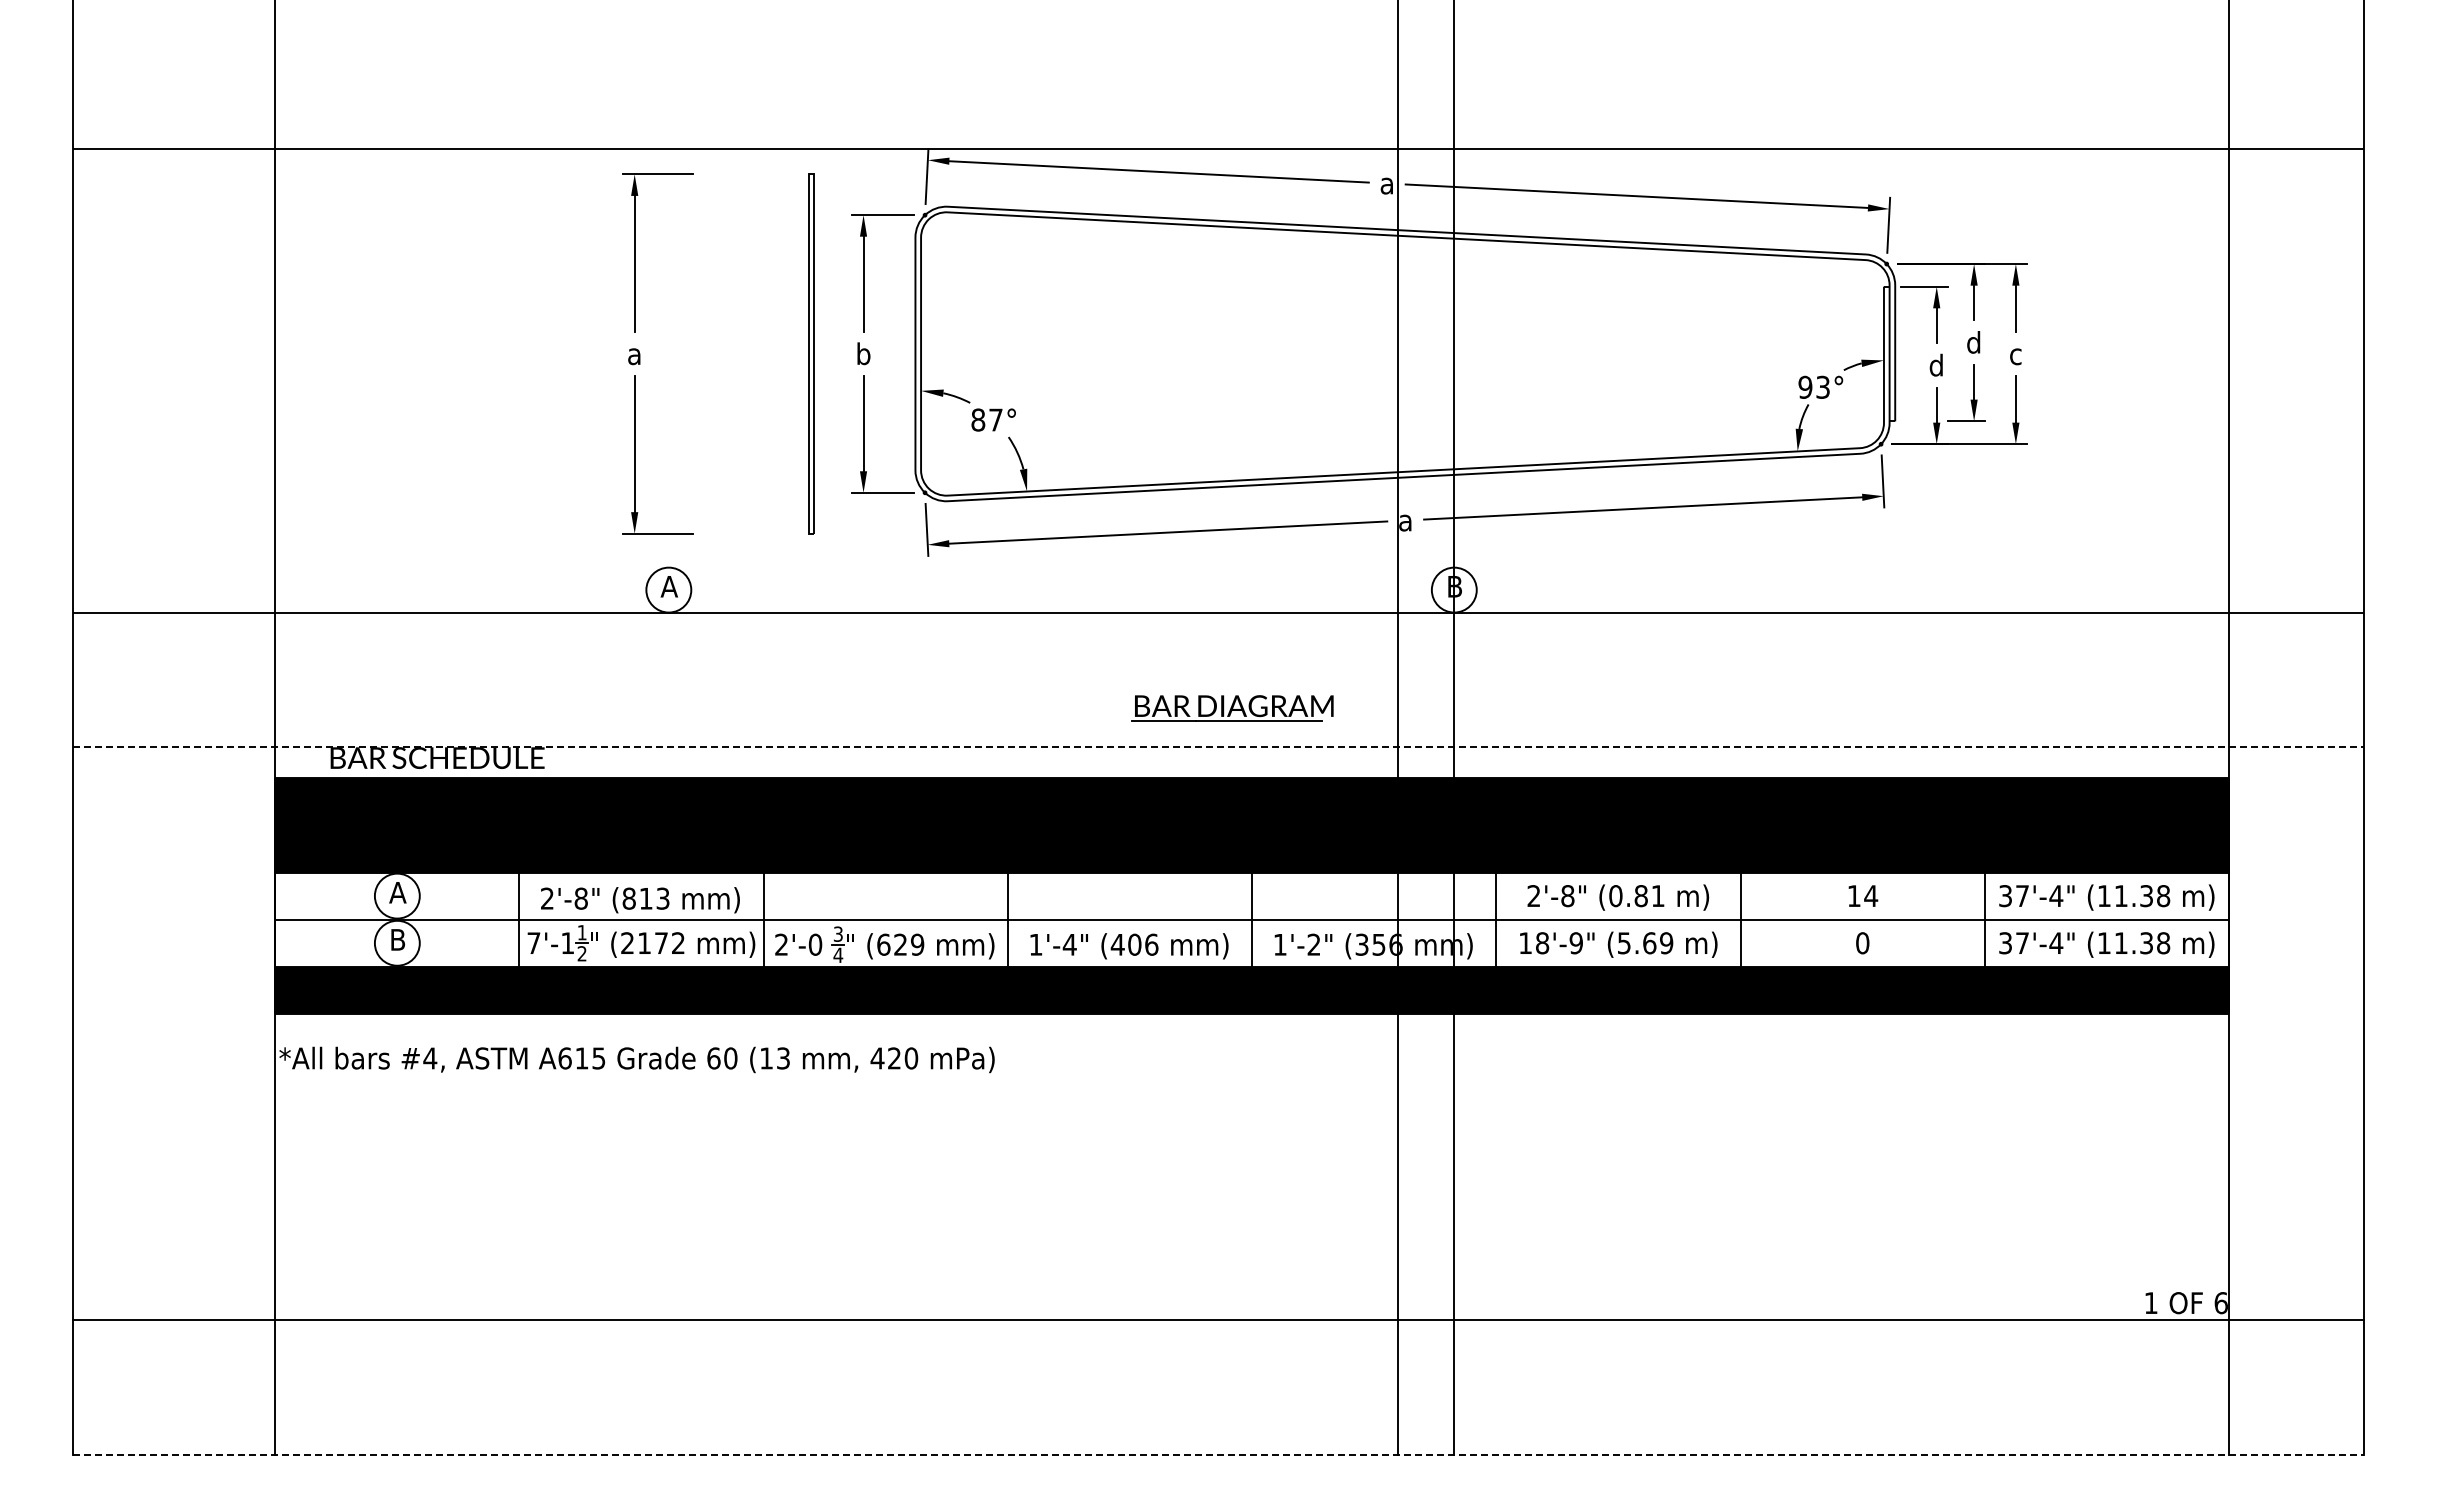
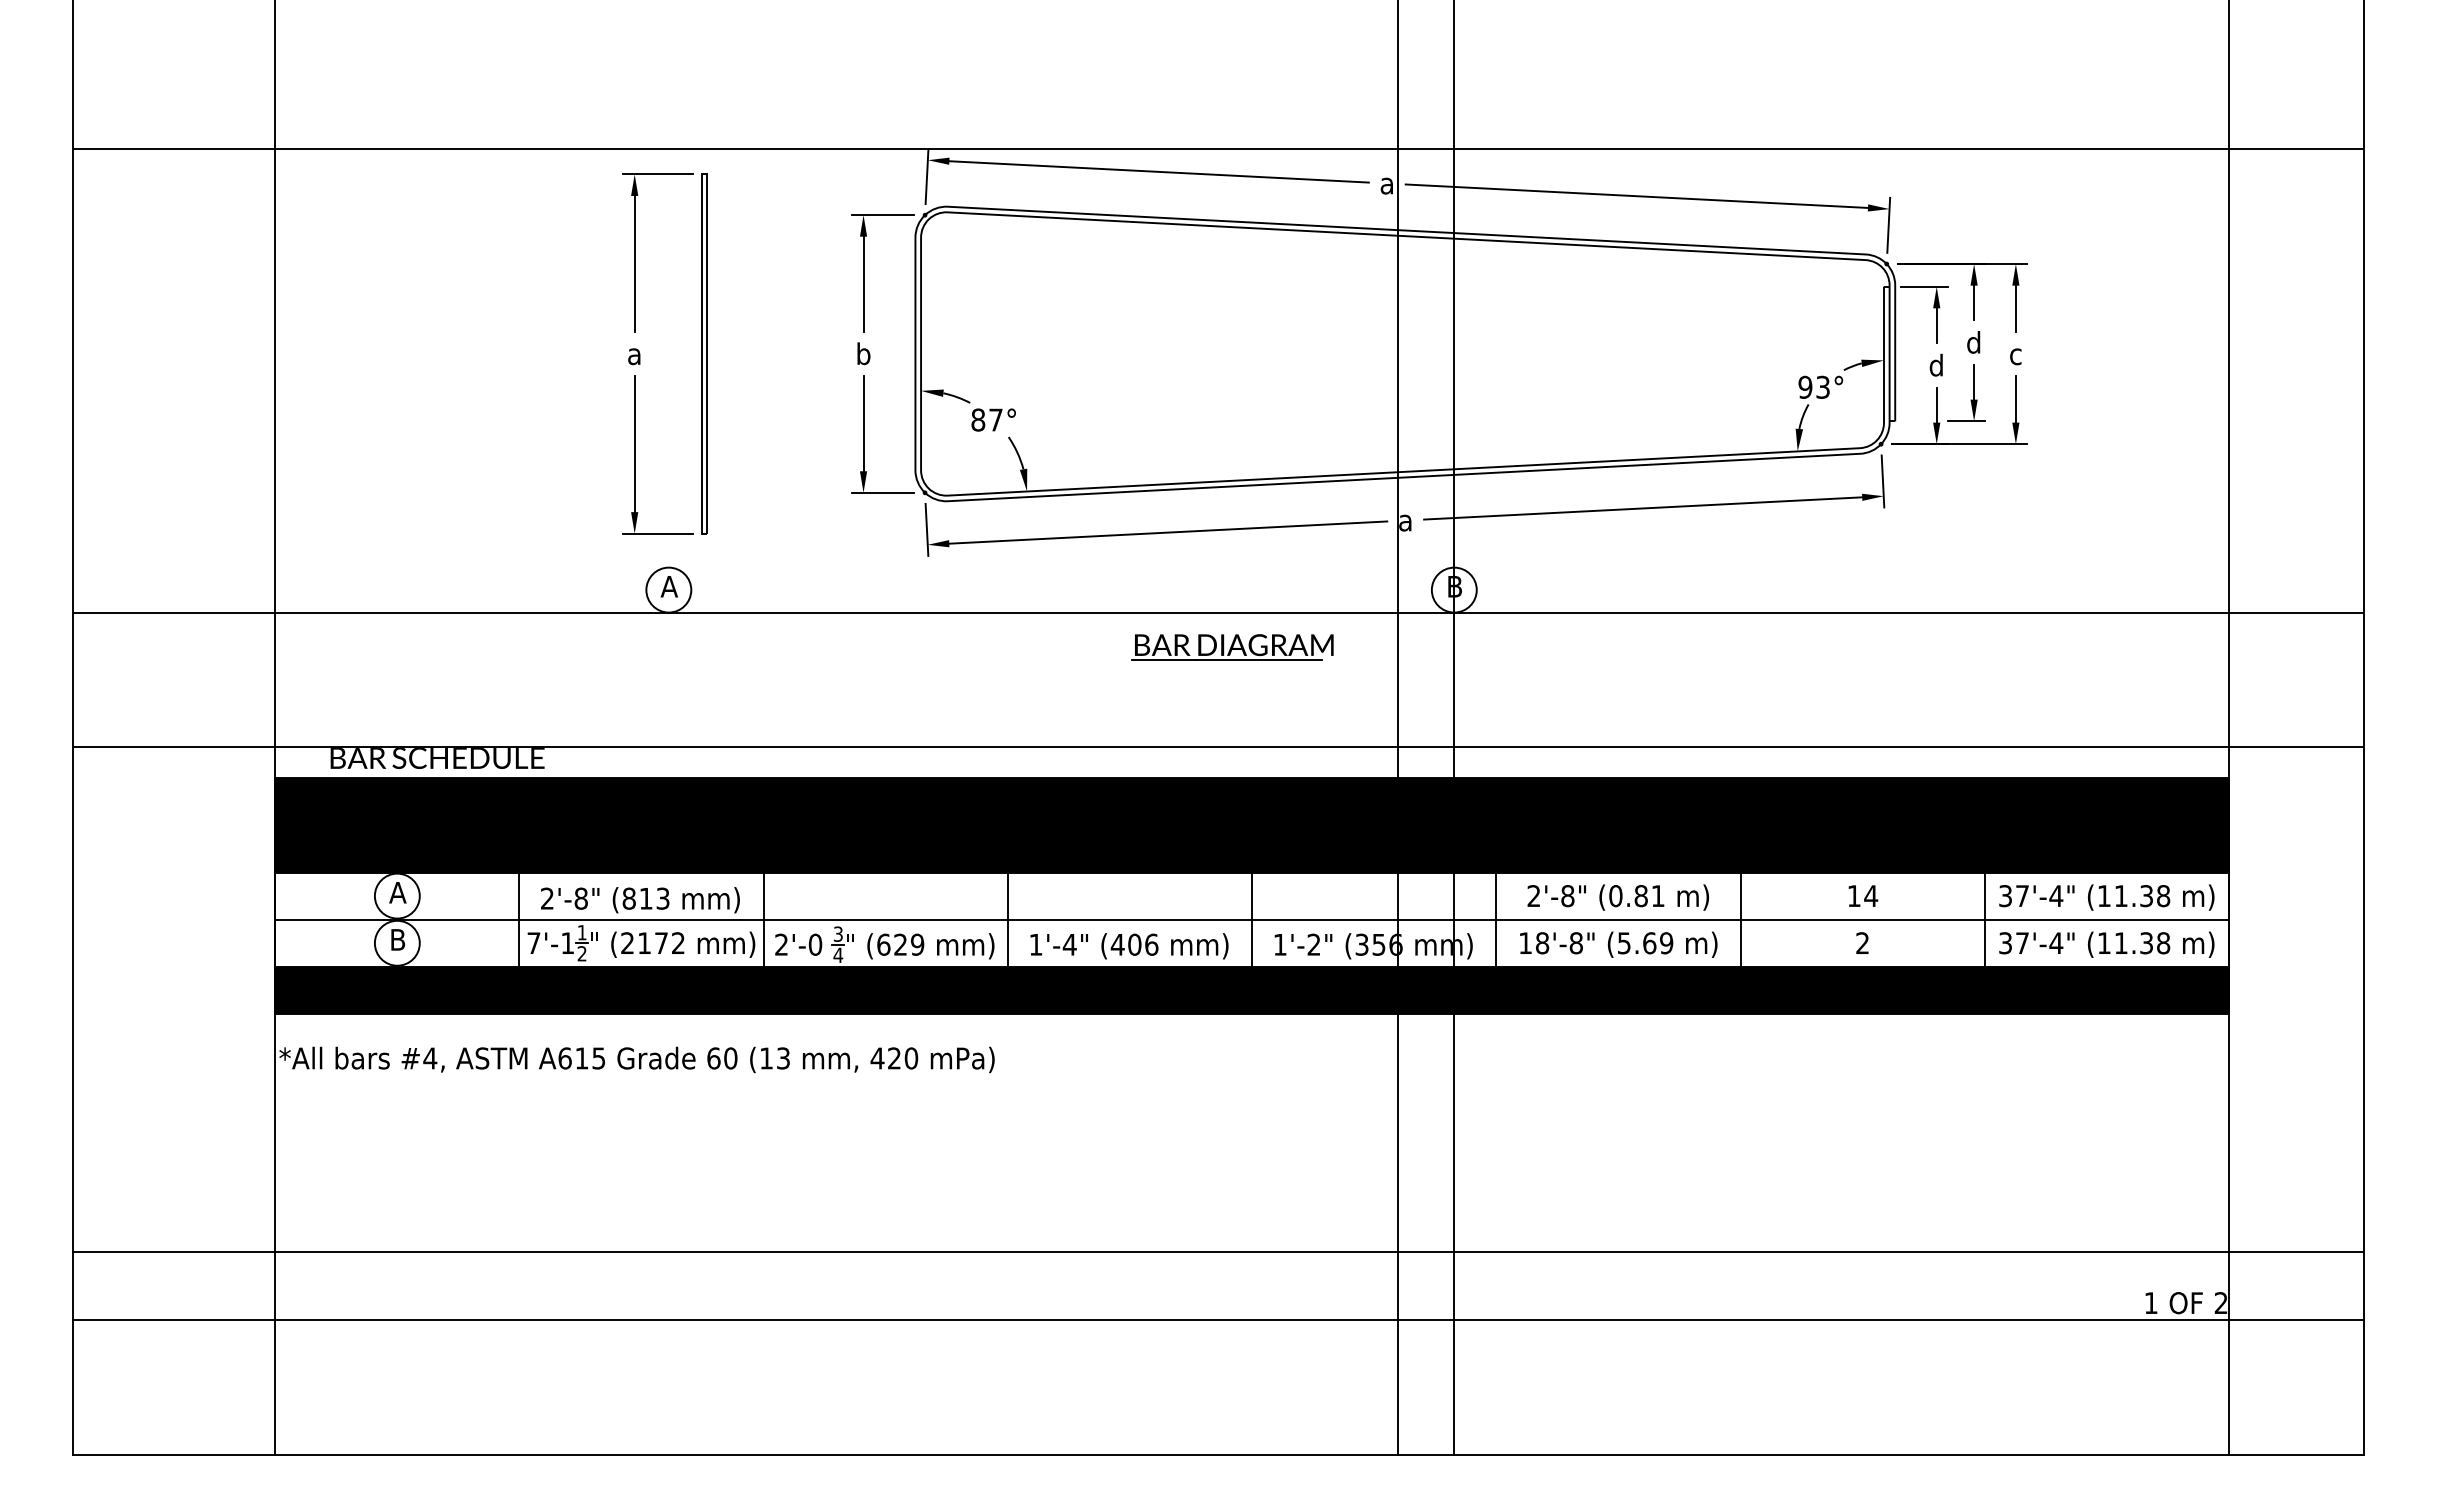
part at (811, 353) position: (811, 353) -> (704, 353)
part at (1232, 708) position: (1232, 708) -> (1232, 647)
line at (1218, 747): dashed -> solid
text at (1575, 943): 18'-9" -> 18'-8"
text at (1862, 943): 0 -> 2
line at (1218, 1252): none -> present
text at (2220, 1303): 6 -> 2
line at (1218, 1454): dashed -> solid
